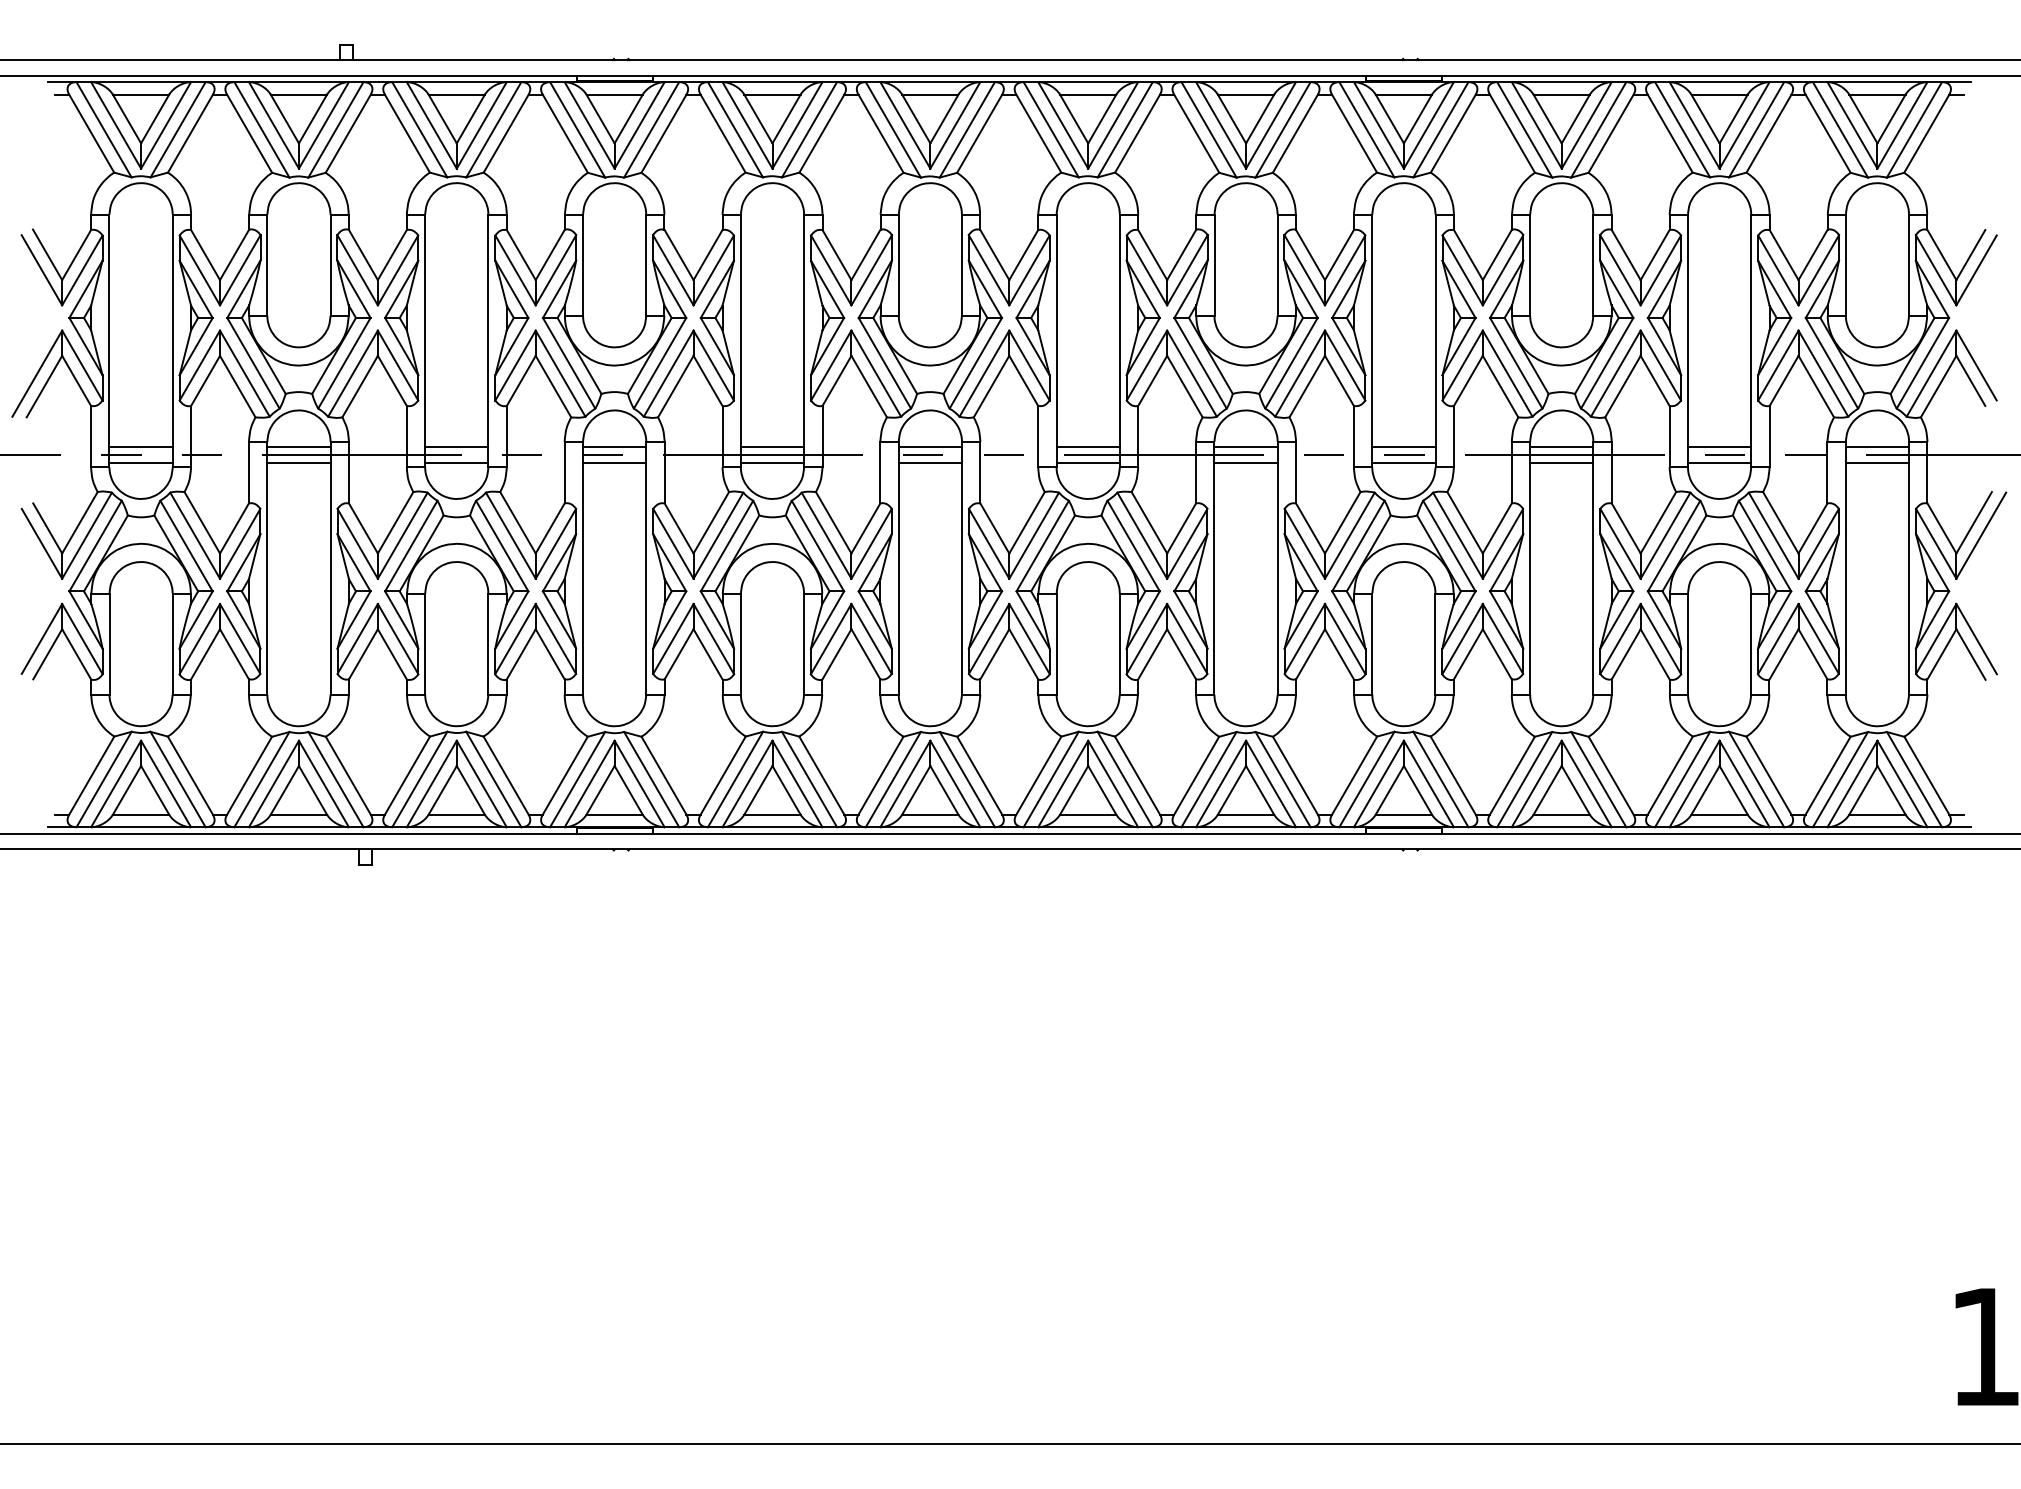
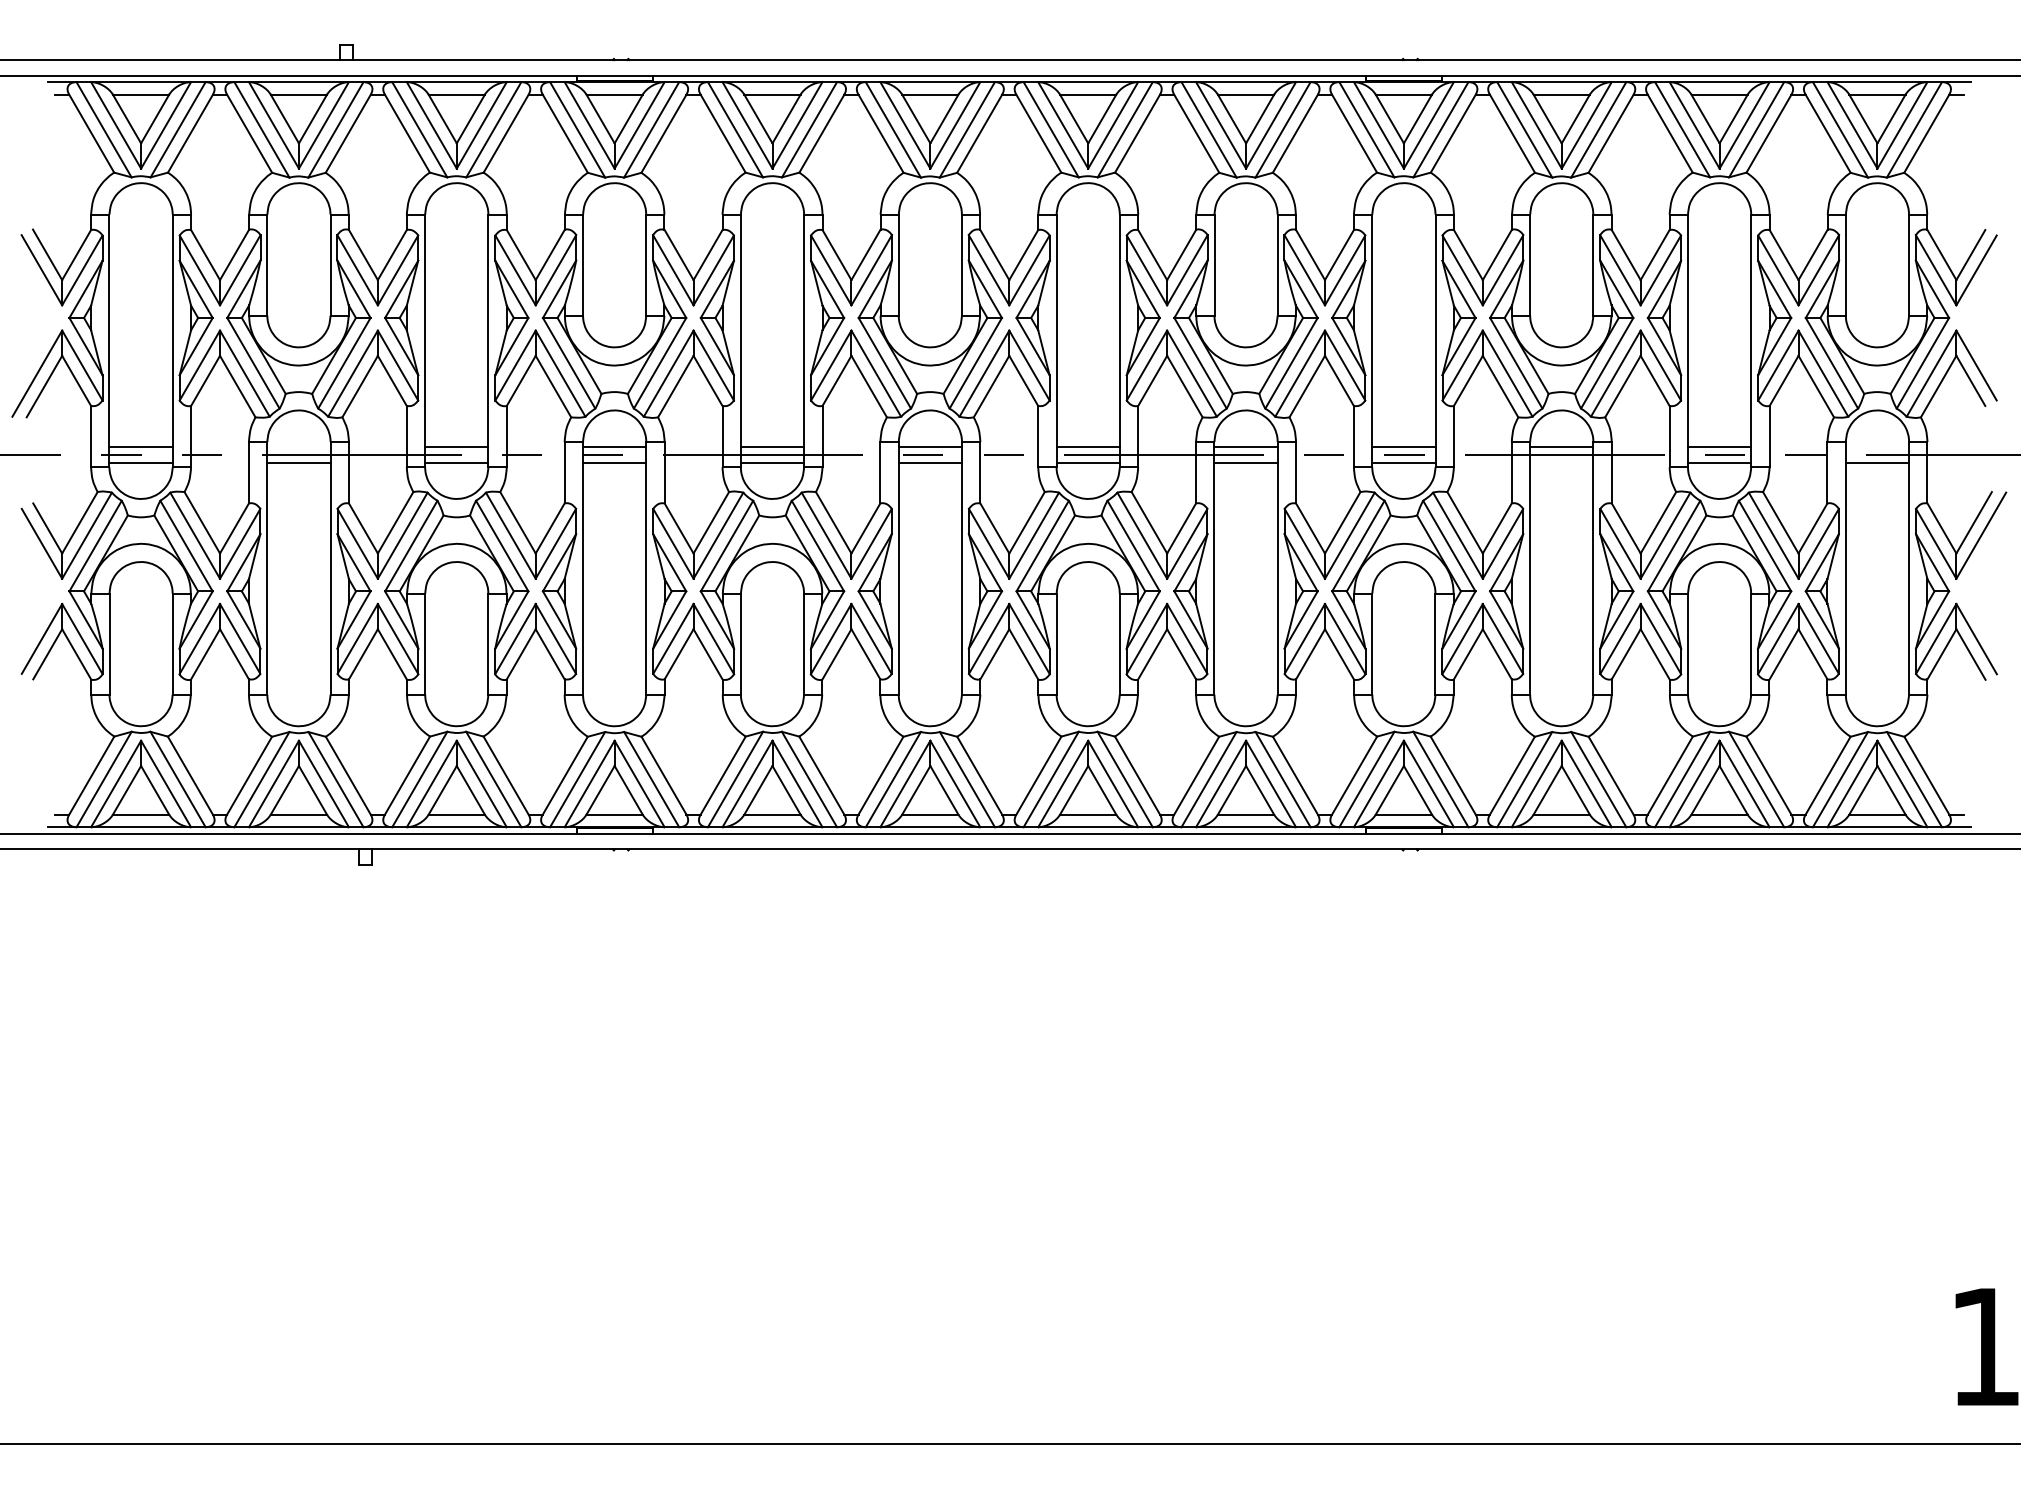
line at (298, 446): present -> none
line at (1877, 446): present -> none
line at (1561, 462): present -> none
